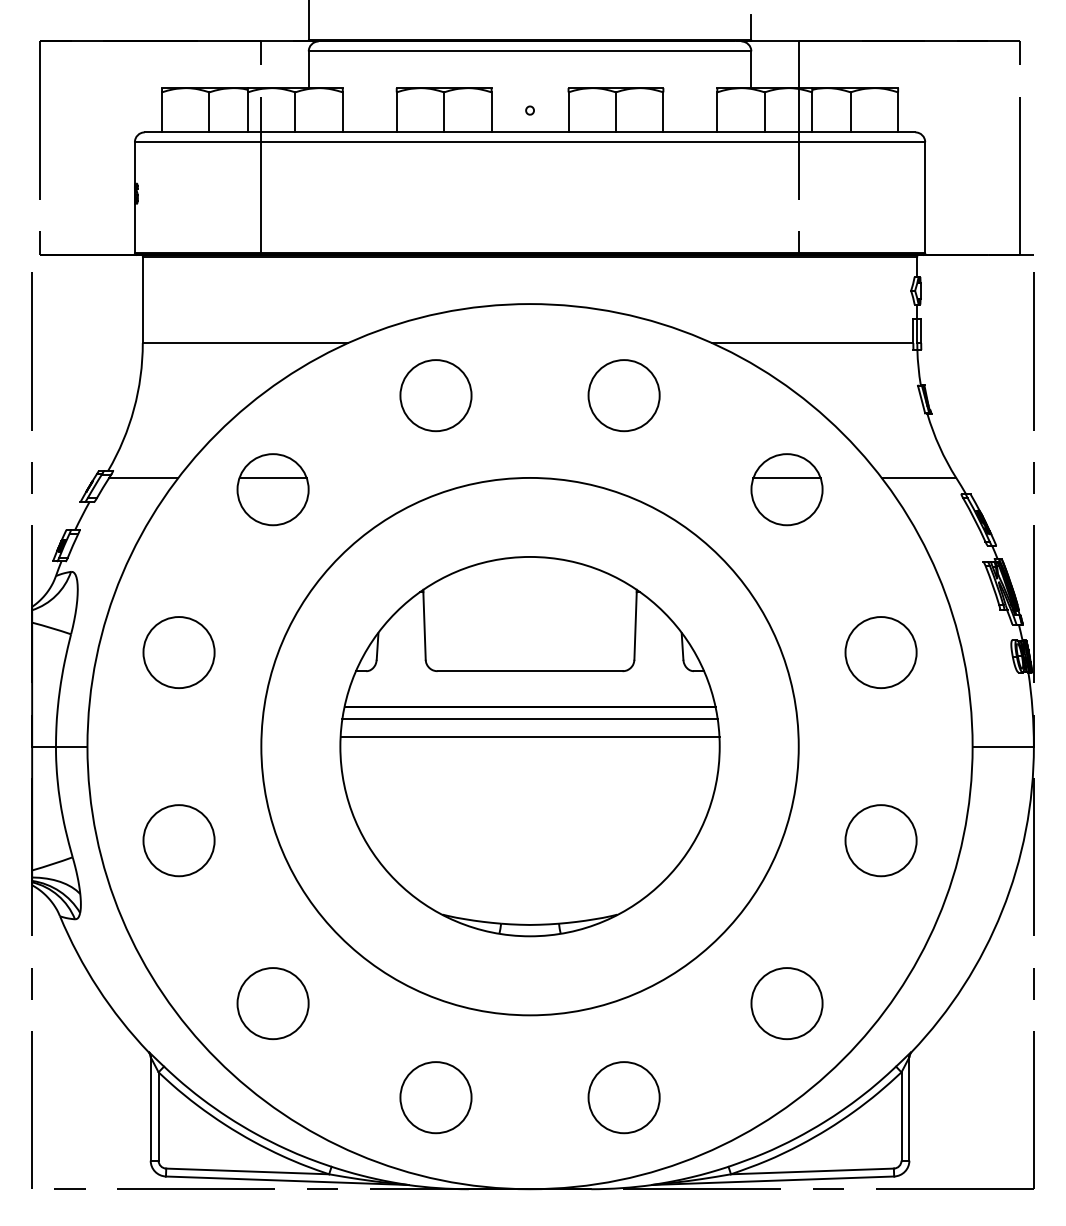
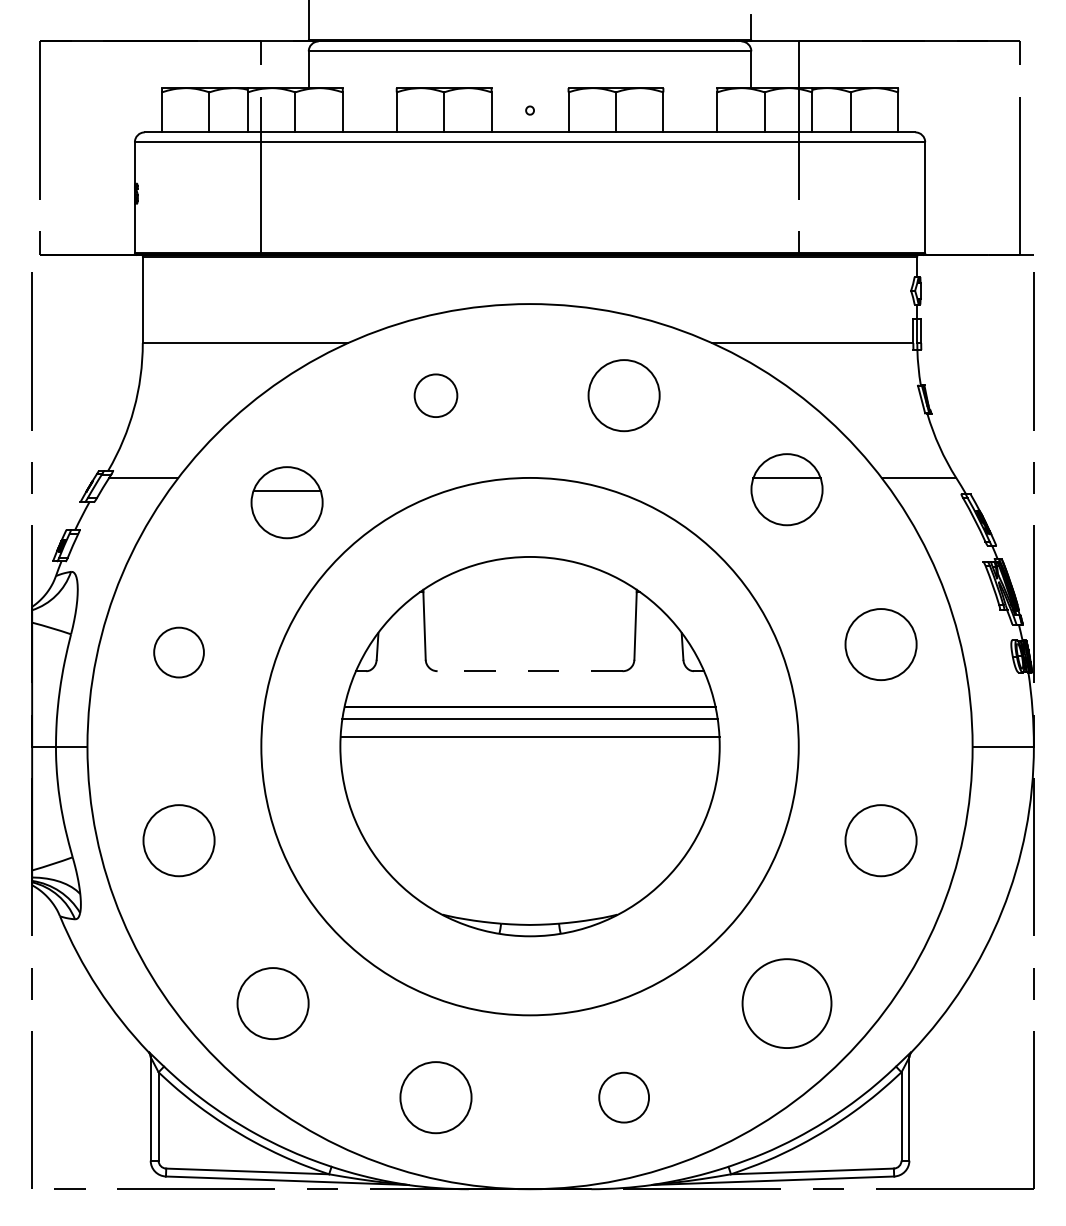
circle at (435, 395) size: 74x74 px -> 46x45 px
part at (272, 489) position: (272, 489) -> (286, 502)
circle at (178, 652) diameter: 71 px -> 50 px
circle at (880, 652) position: (880, 652) -> (880, 644)
line at (529, 671): solid -> dashed
circle at (786, 1003) diameter: 71 px -> 89 px
circle at (623, 1097) diameter: 71 px -> 50 px
